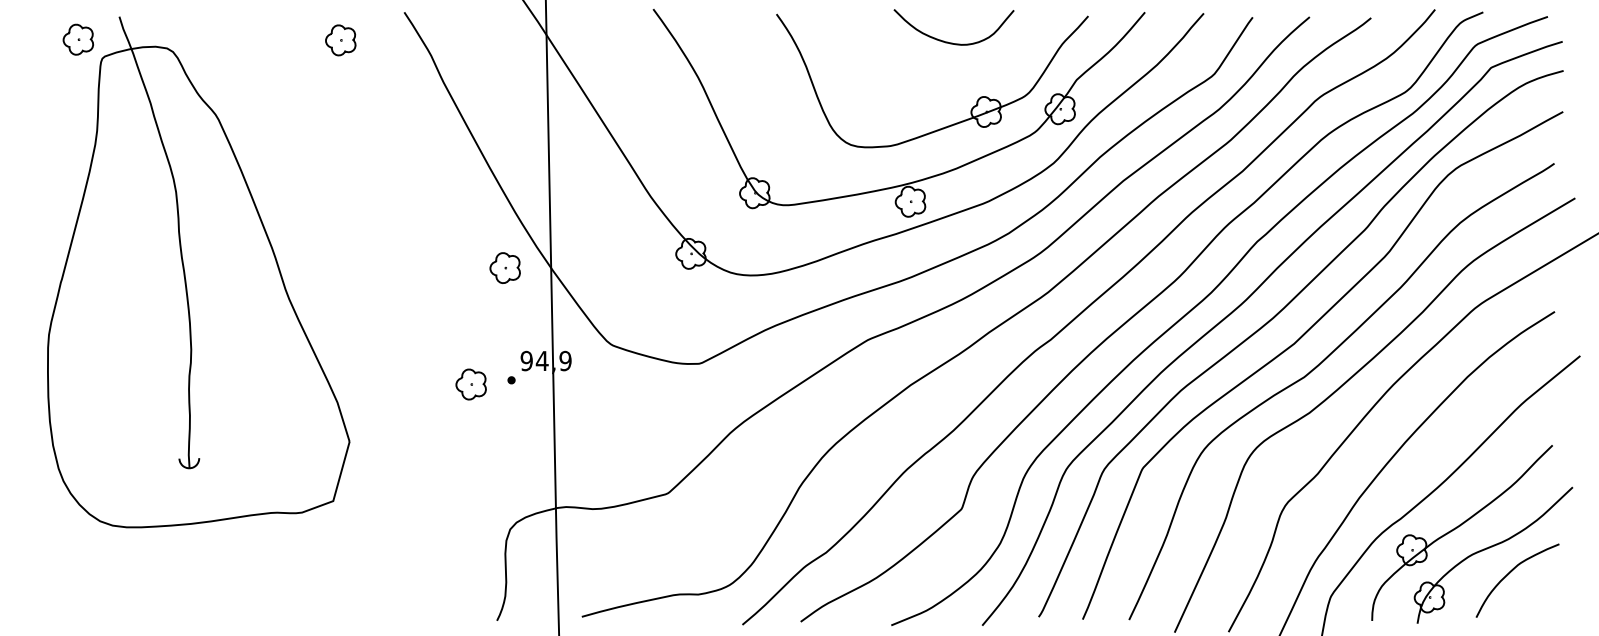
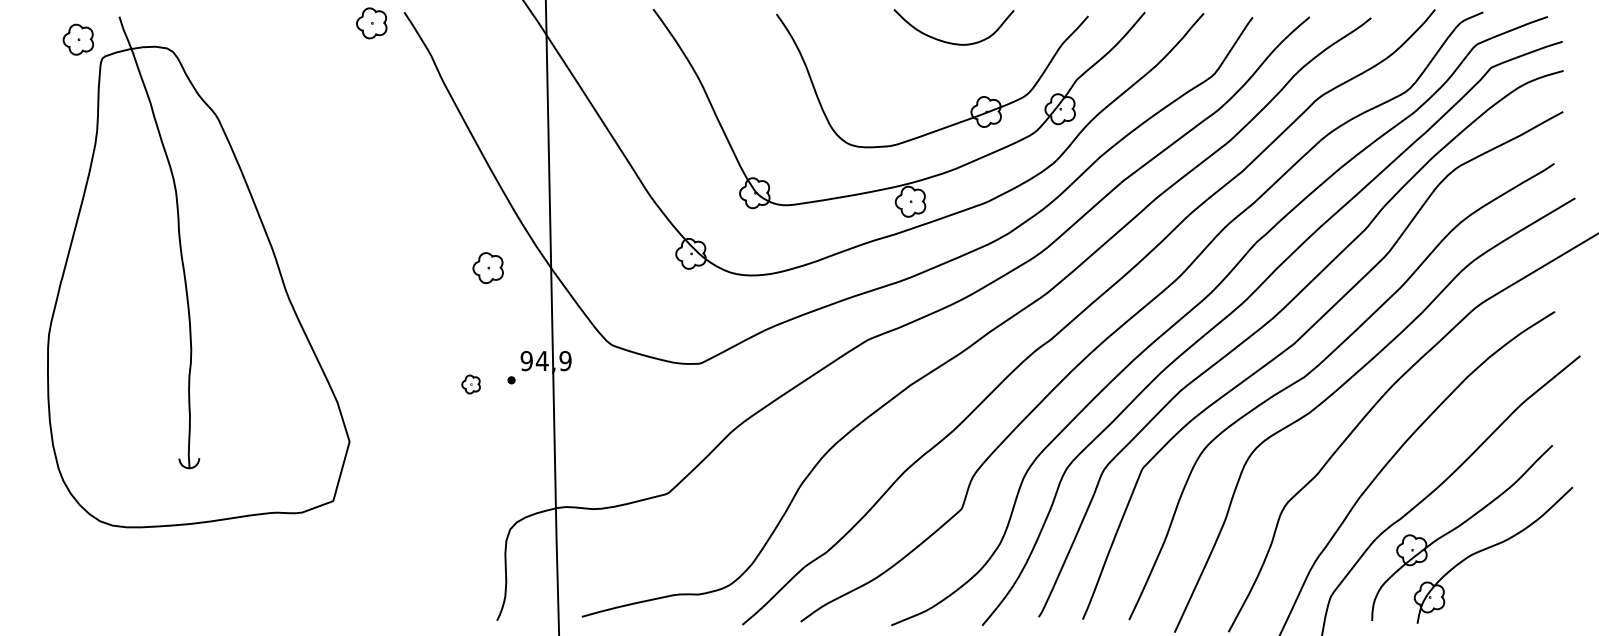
part at (340, 40) position: (340, 40) -> (371, 23)
part at (504, 267) position: (504, 267) -> (487, 267)
part at (470, 384) size: 32x33 px -> 20x21 px
curve at (1510, 573): present -> none
